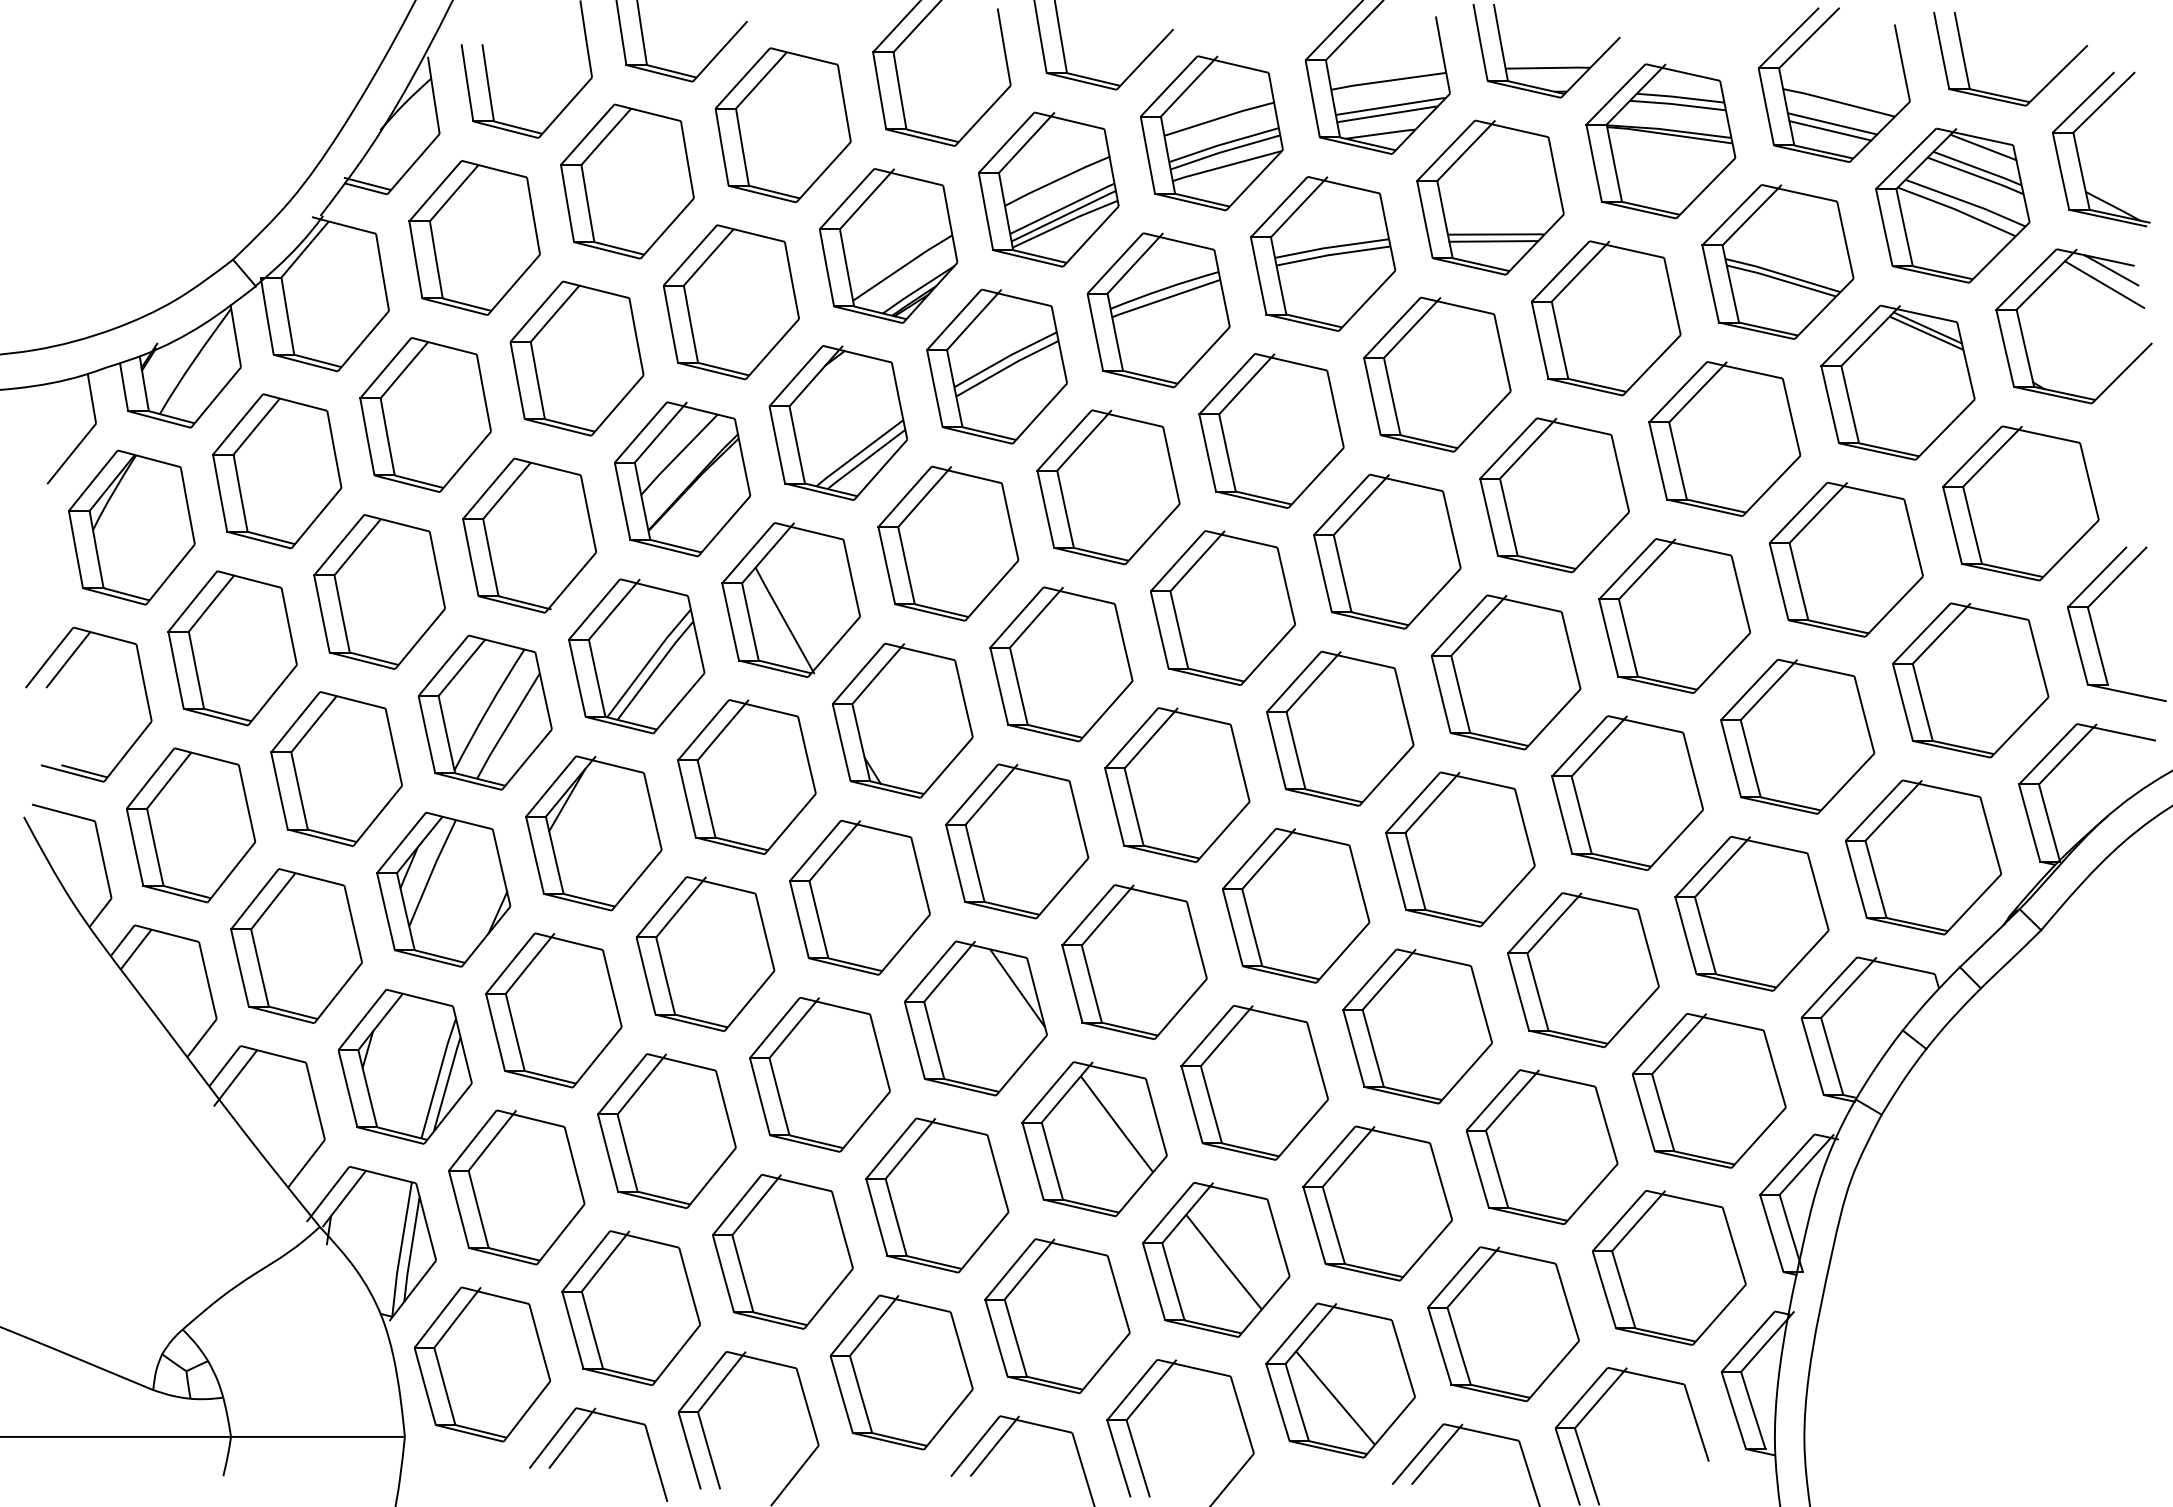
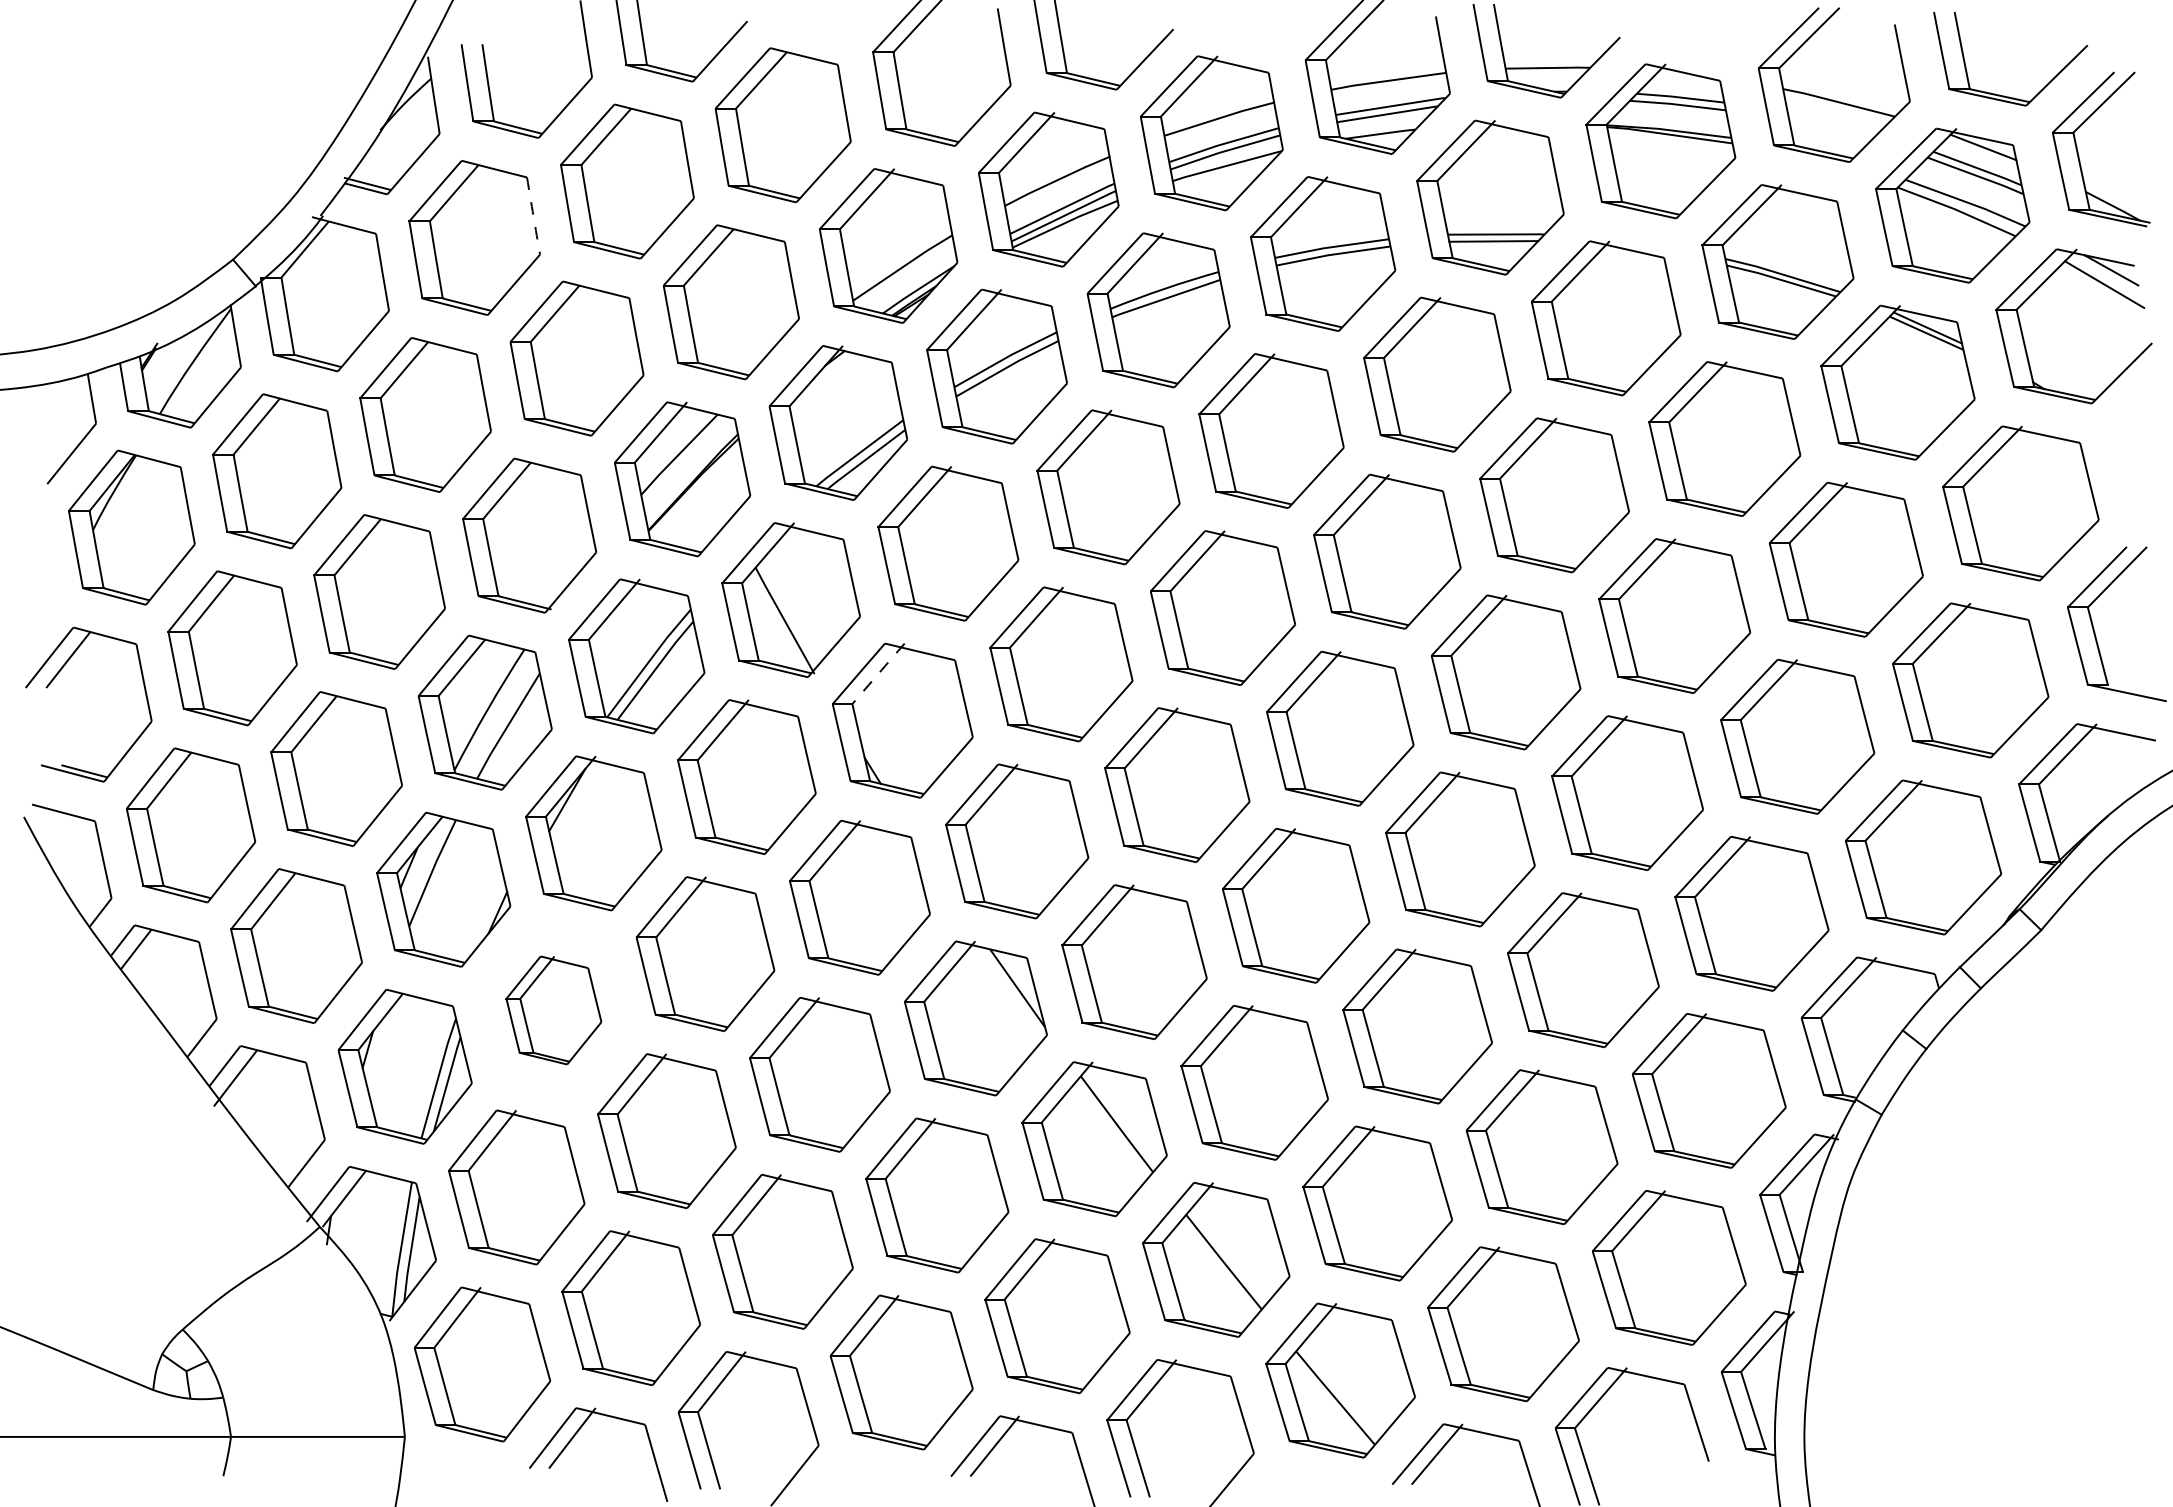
line at (1832, 123): present -> none
line at (1830, 130): present -> none
arc at (533, 216): solid -> dashed
arc at (878, 673): solid -> dashed
part at (553, 1010) size: 138x157 px -> 98x111 px
